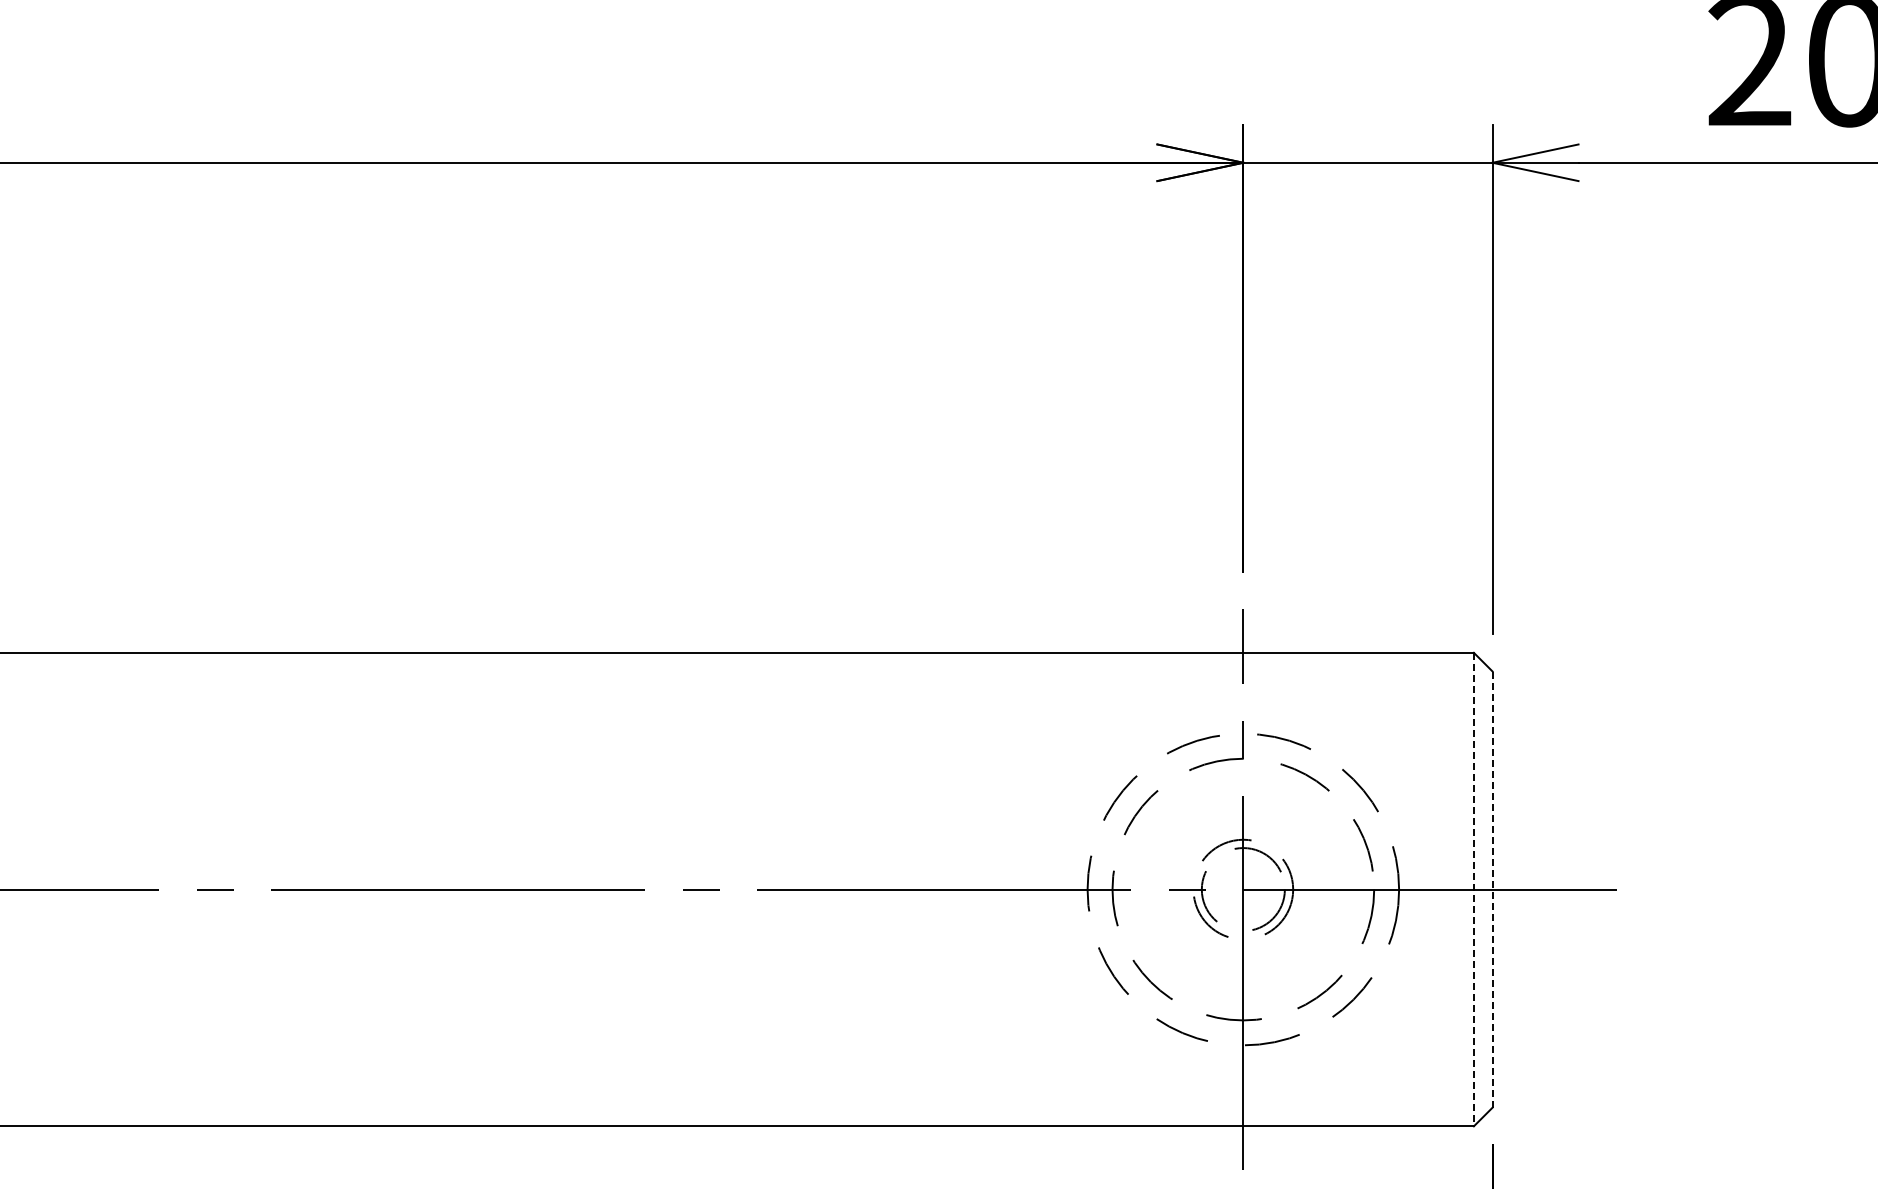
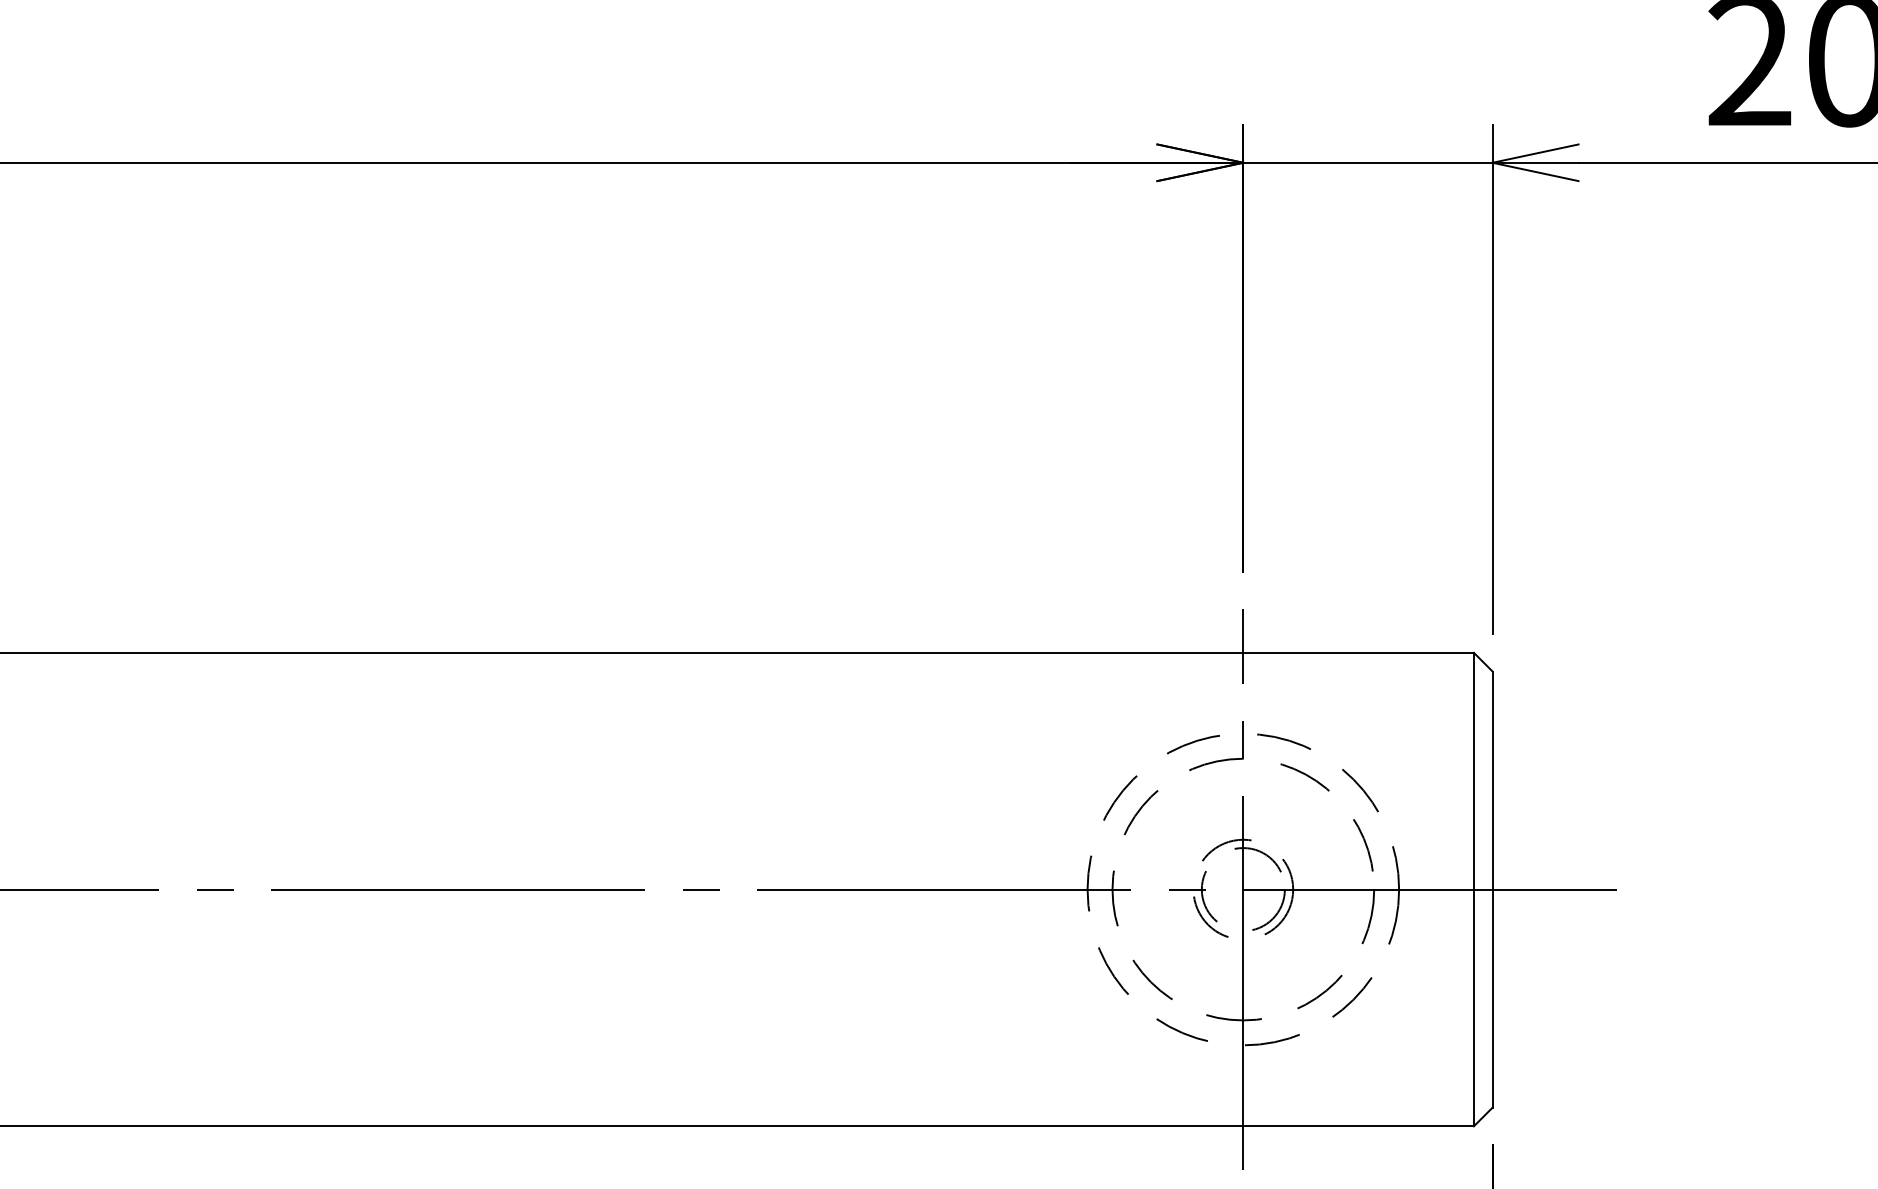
line at (1473, 889): dashed -> solid
line at (1492, 890): dashed -> solid
